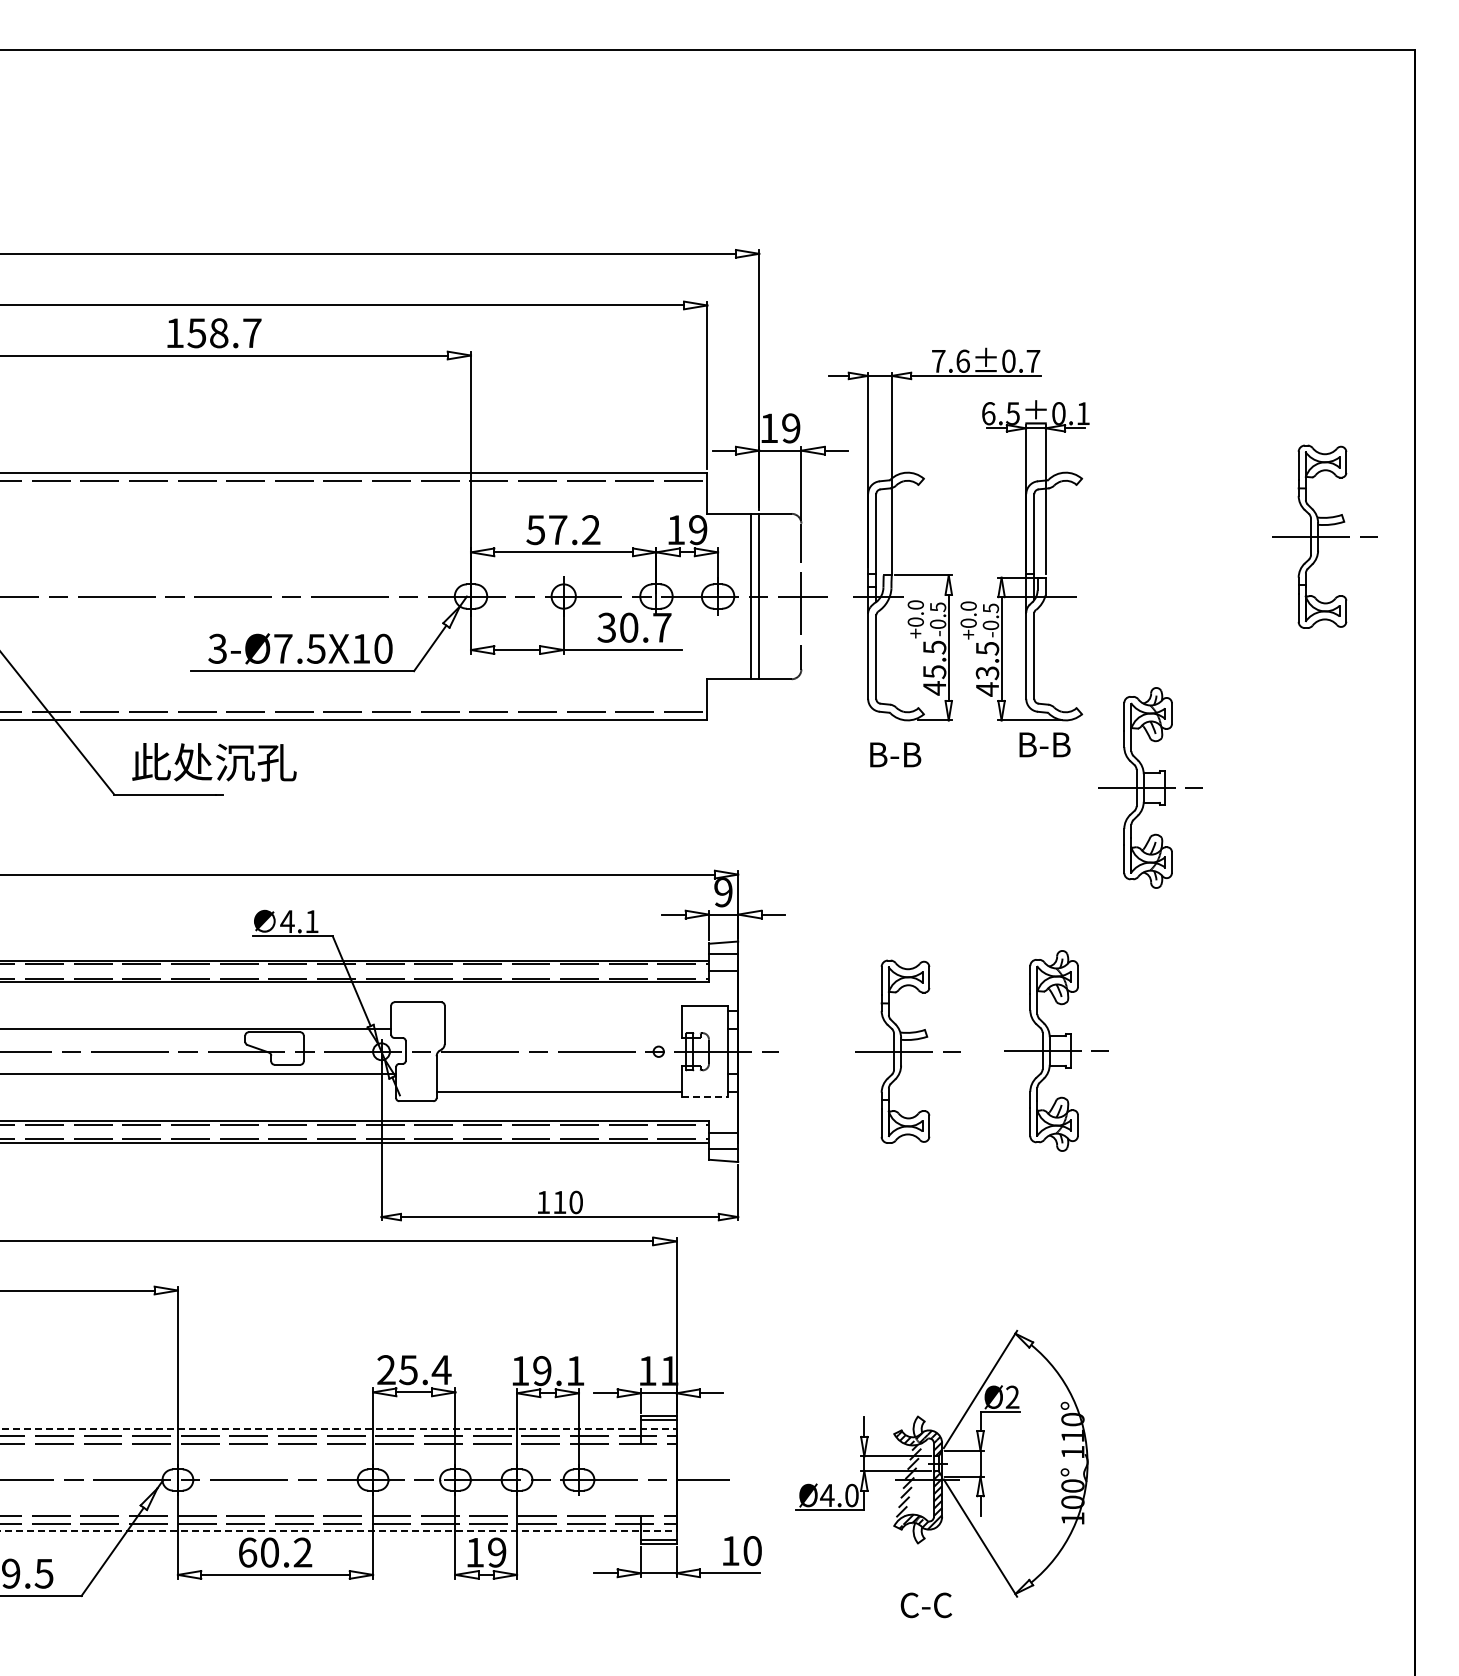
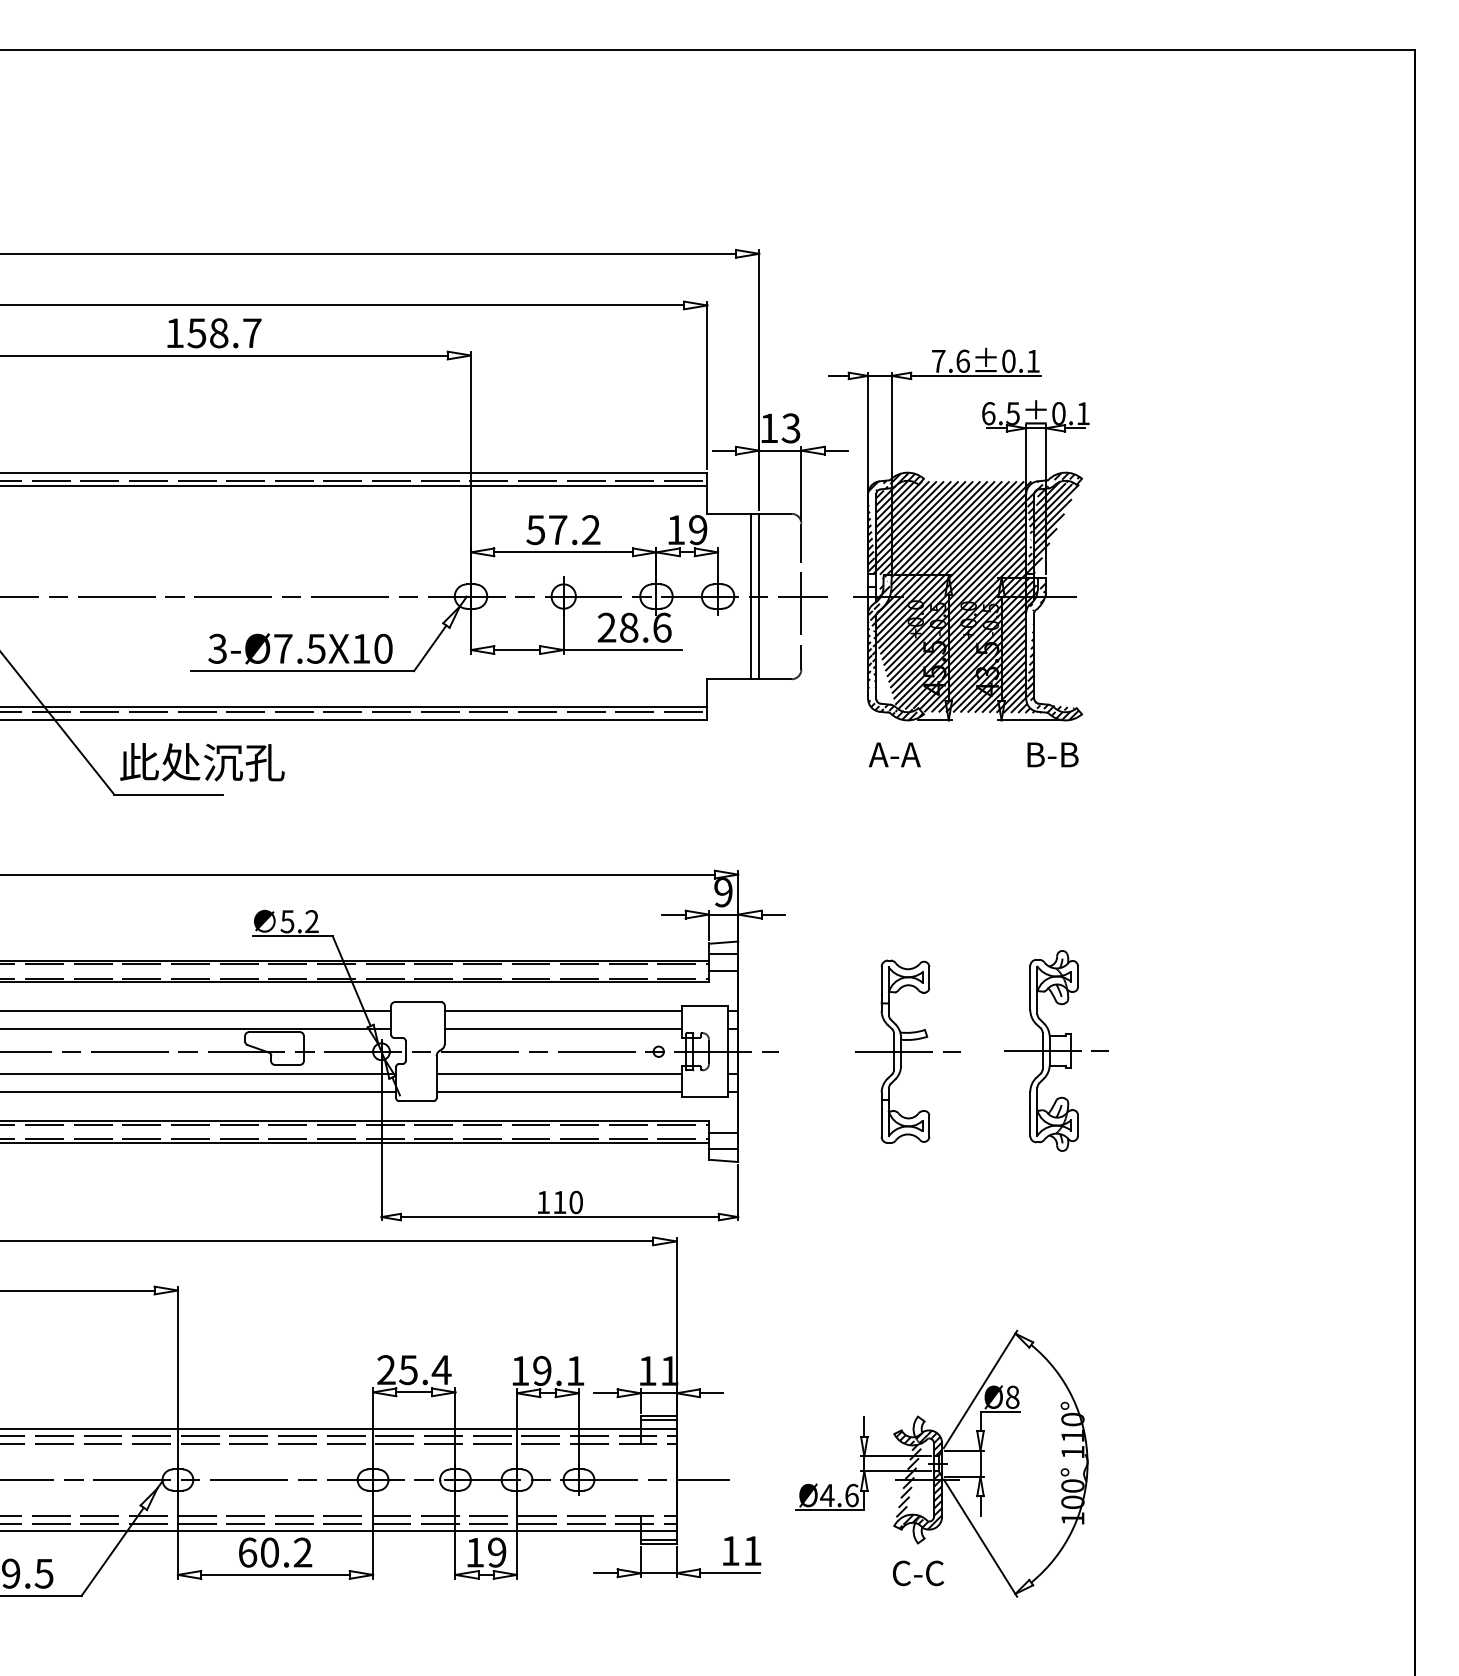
text at (1033, 361): 7.6±0.7 -> 7.6±0.1
text at (790, 428): 19 -> 13
line at (354, 486): none -> present
part at (1324, 536): present -> none
hatch at (973, 596): none -> present
text at (634, 627): 30.7 -> 28.6
line at (354, 706): none -> present
text at (1044, 744) position: (1044, 744) -> (1052, 754)
text at (894, 754): B-B -> A-A
text at (214, 762) position: (214, 762) -> (202, 762)
part at (1150, 787): present -> none
text at (299, 921): 4.1 -> 5.2
line at (196, 1011): none -> present
line at (563, 1011): none -> present
line at (563, 1029): none -> present
line at (559, 1074): none -> present
line at (199, 1092): none -> present
line at (705, 1097): dashed -> solid
text at (1012, 1396): Ø2 -> Ø8
line at (338, 1429): dashed -> solid
text at (851, 1495): Ø4.0 -> Ø4.6
line at (338, 1530): dashed -> solid
text at (752, 1551): 10 -> 11
text at (926, 1605) position: (926, 1605) -> (918, 1573)
